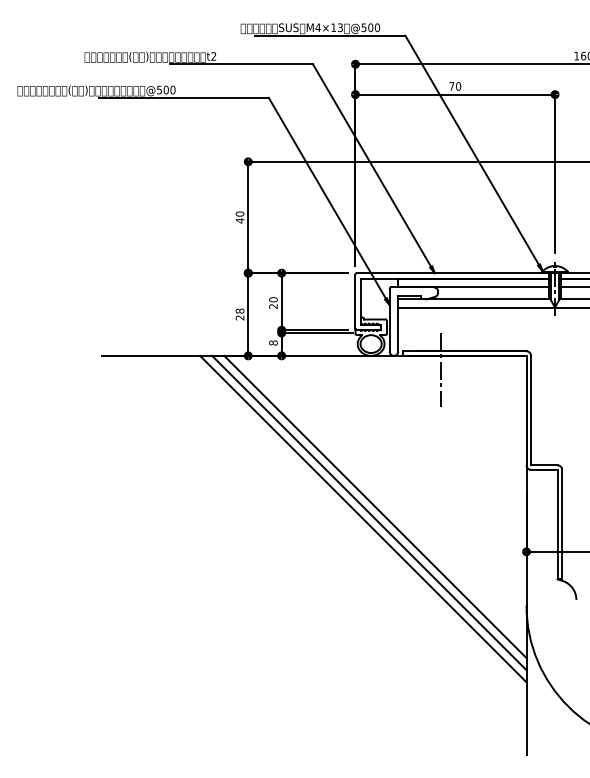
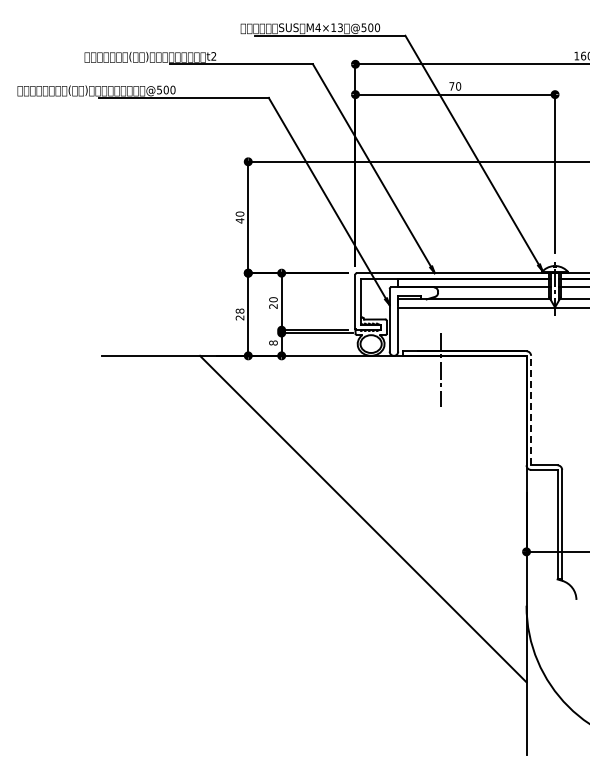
line at (531, 410): solid -> dashed
line at (375, 506): present -> none
line at (369, 512): present -> none
